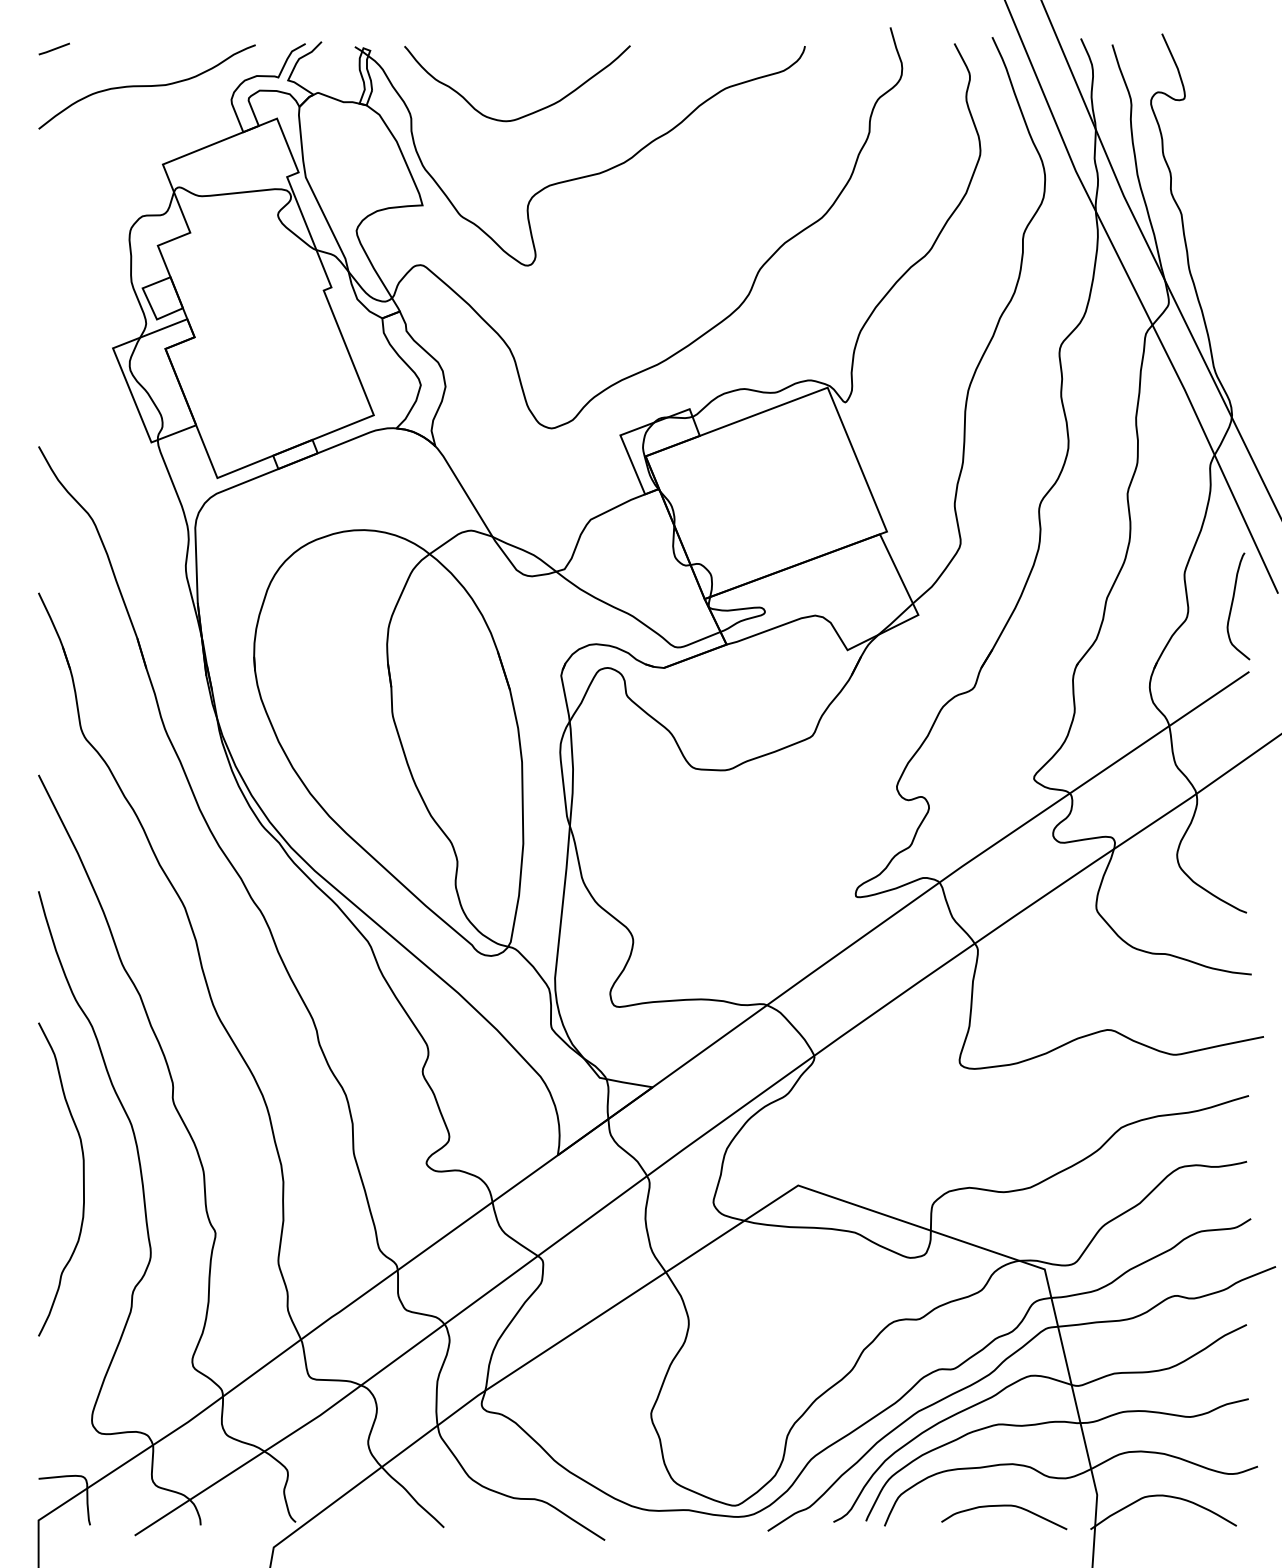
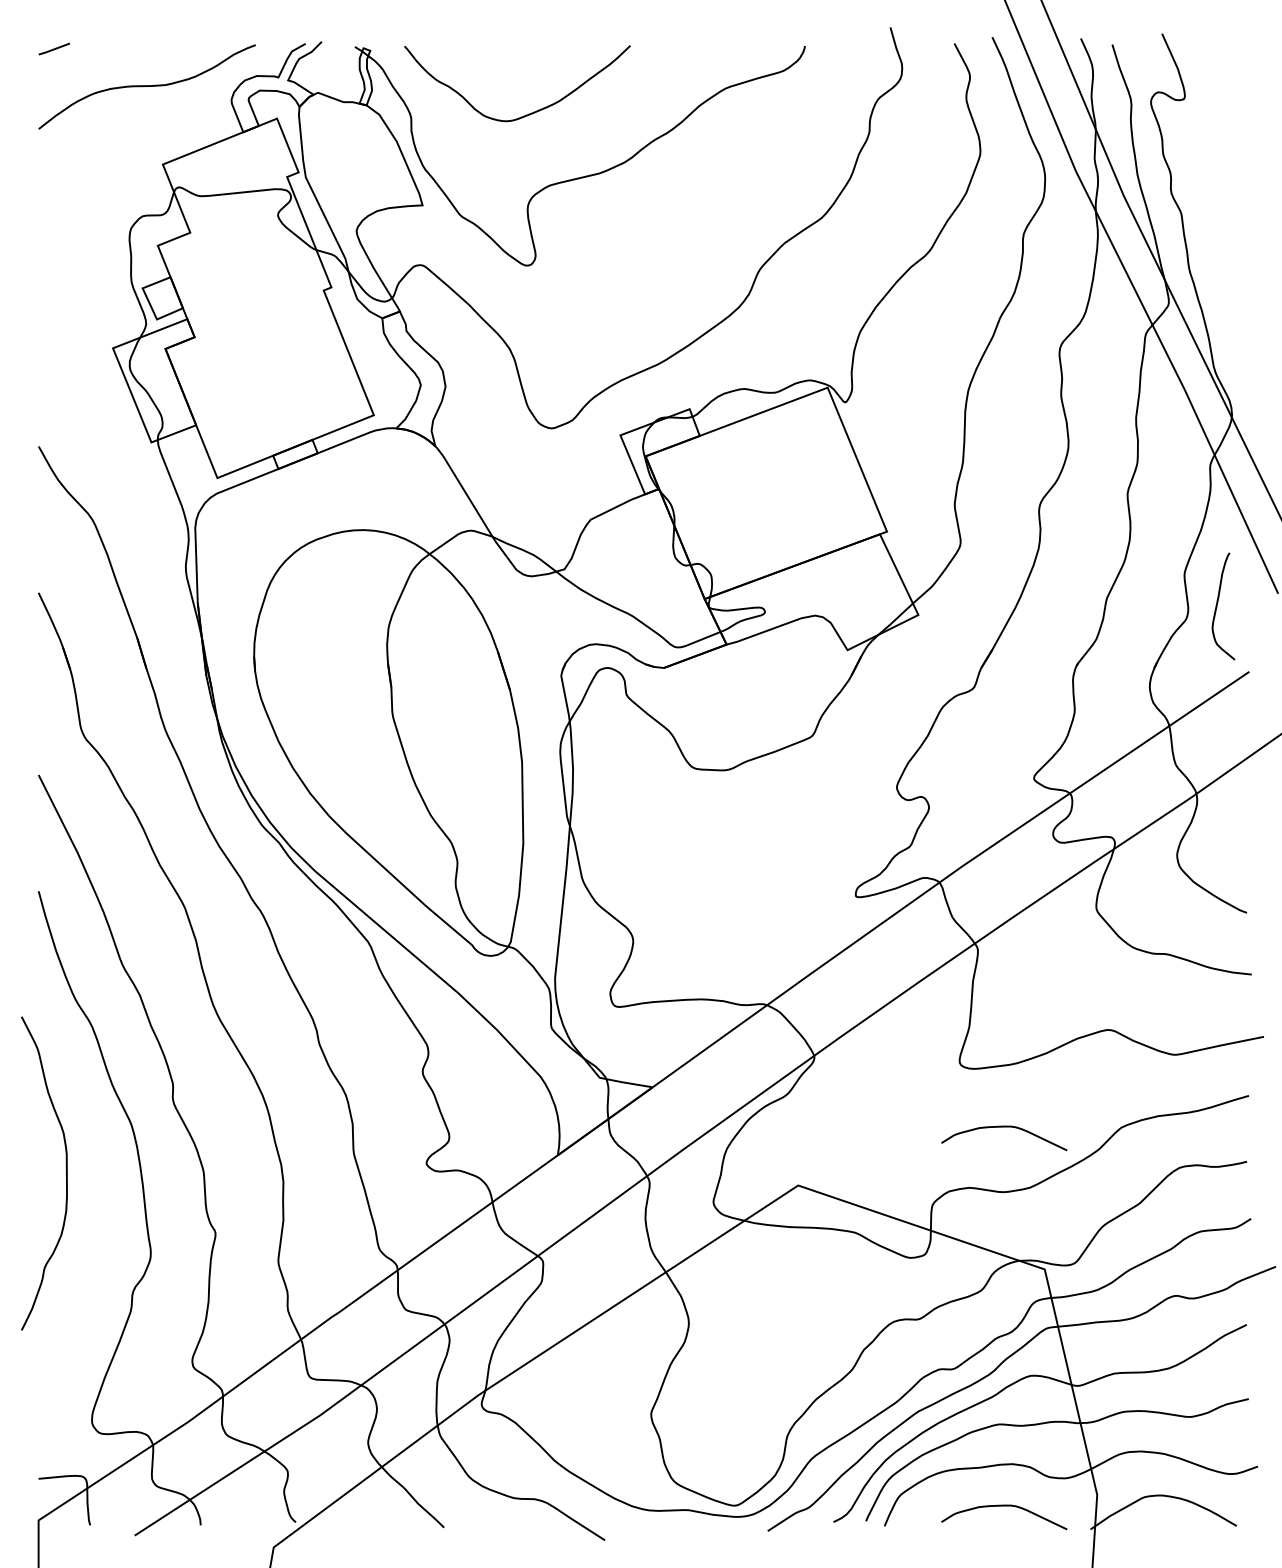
curve at (1232, 606) position: (1232, 606) -> (1217, 606)
curve at (1004, 1127): none -> present
curve at (83, 1179) position: (83, 1179) -> (66, 1173)
